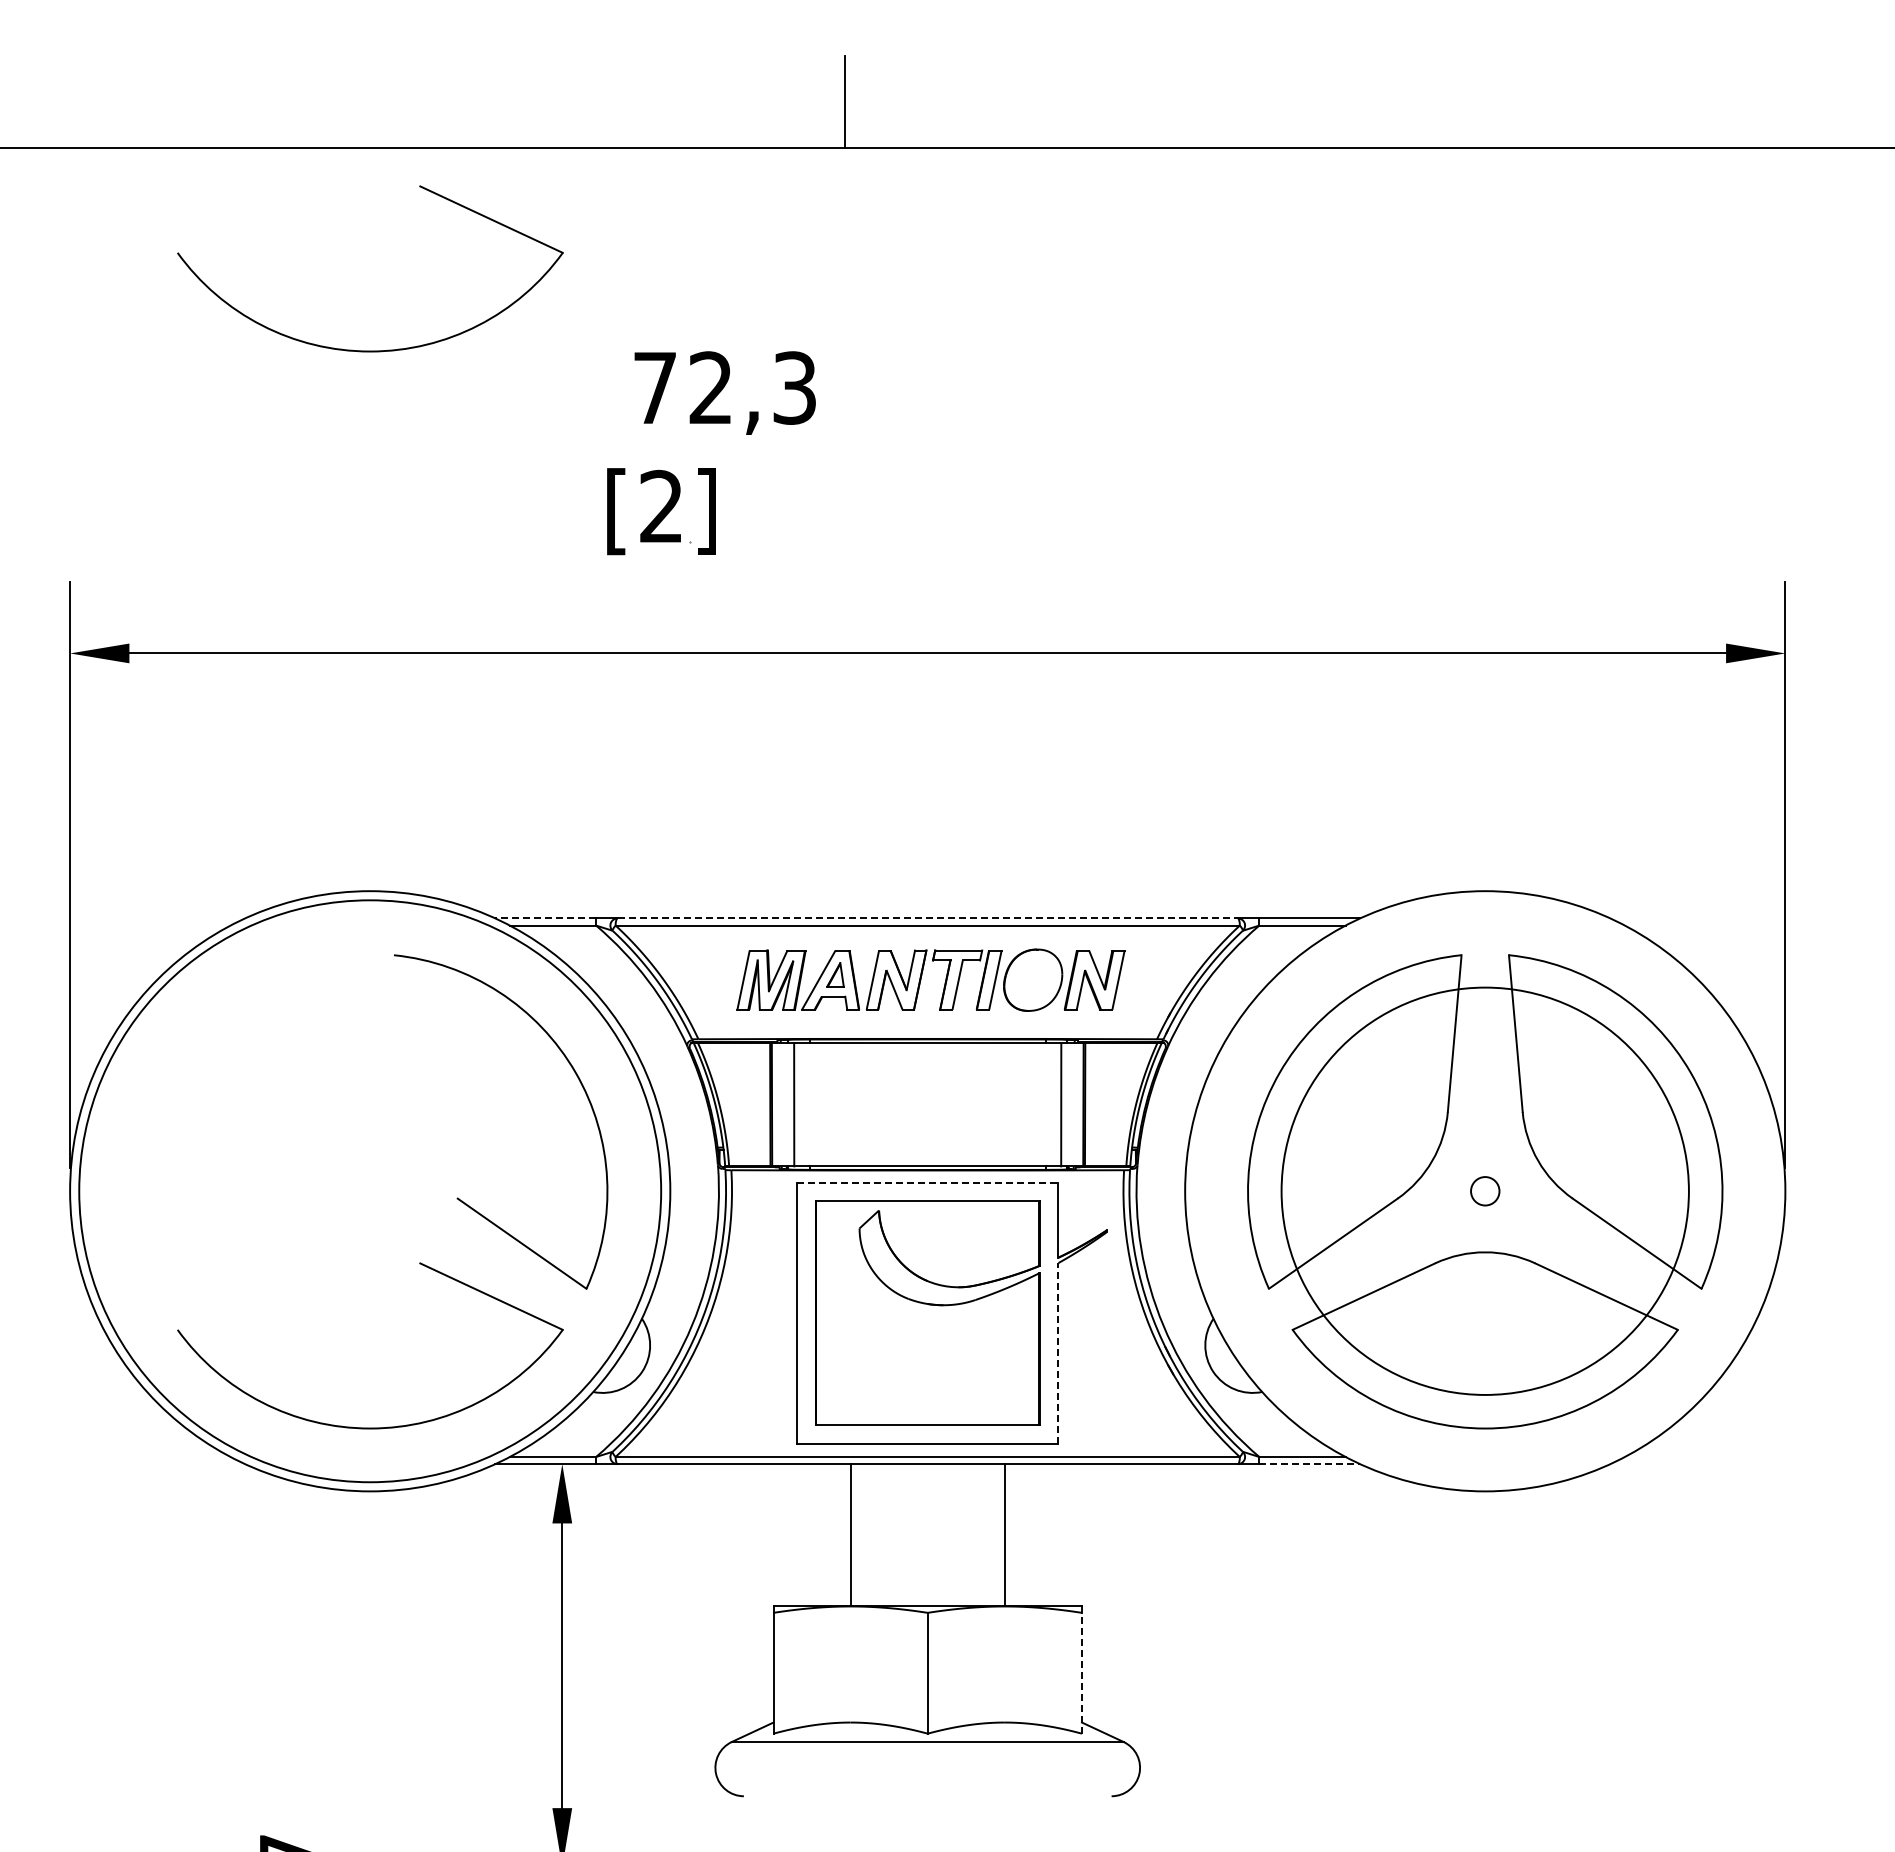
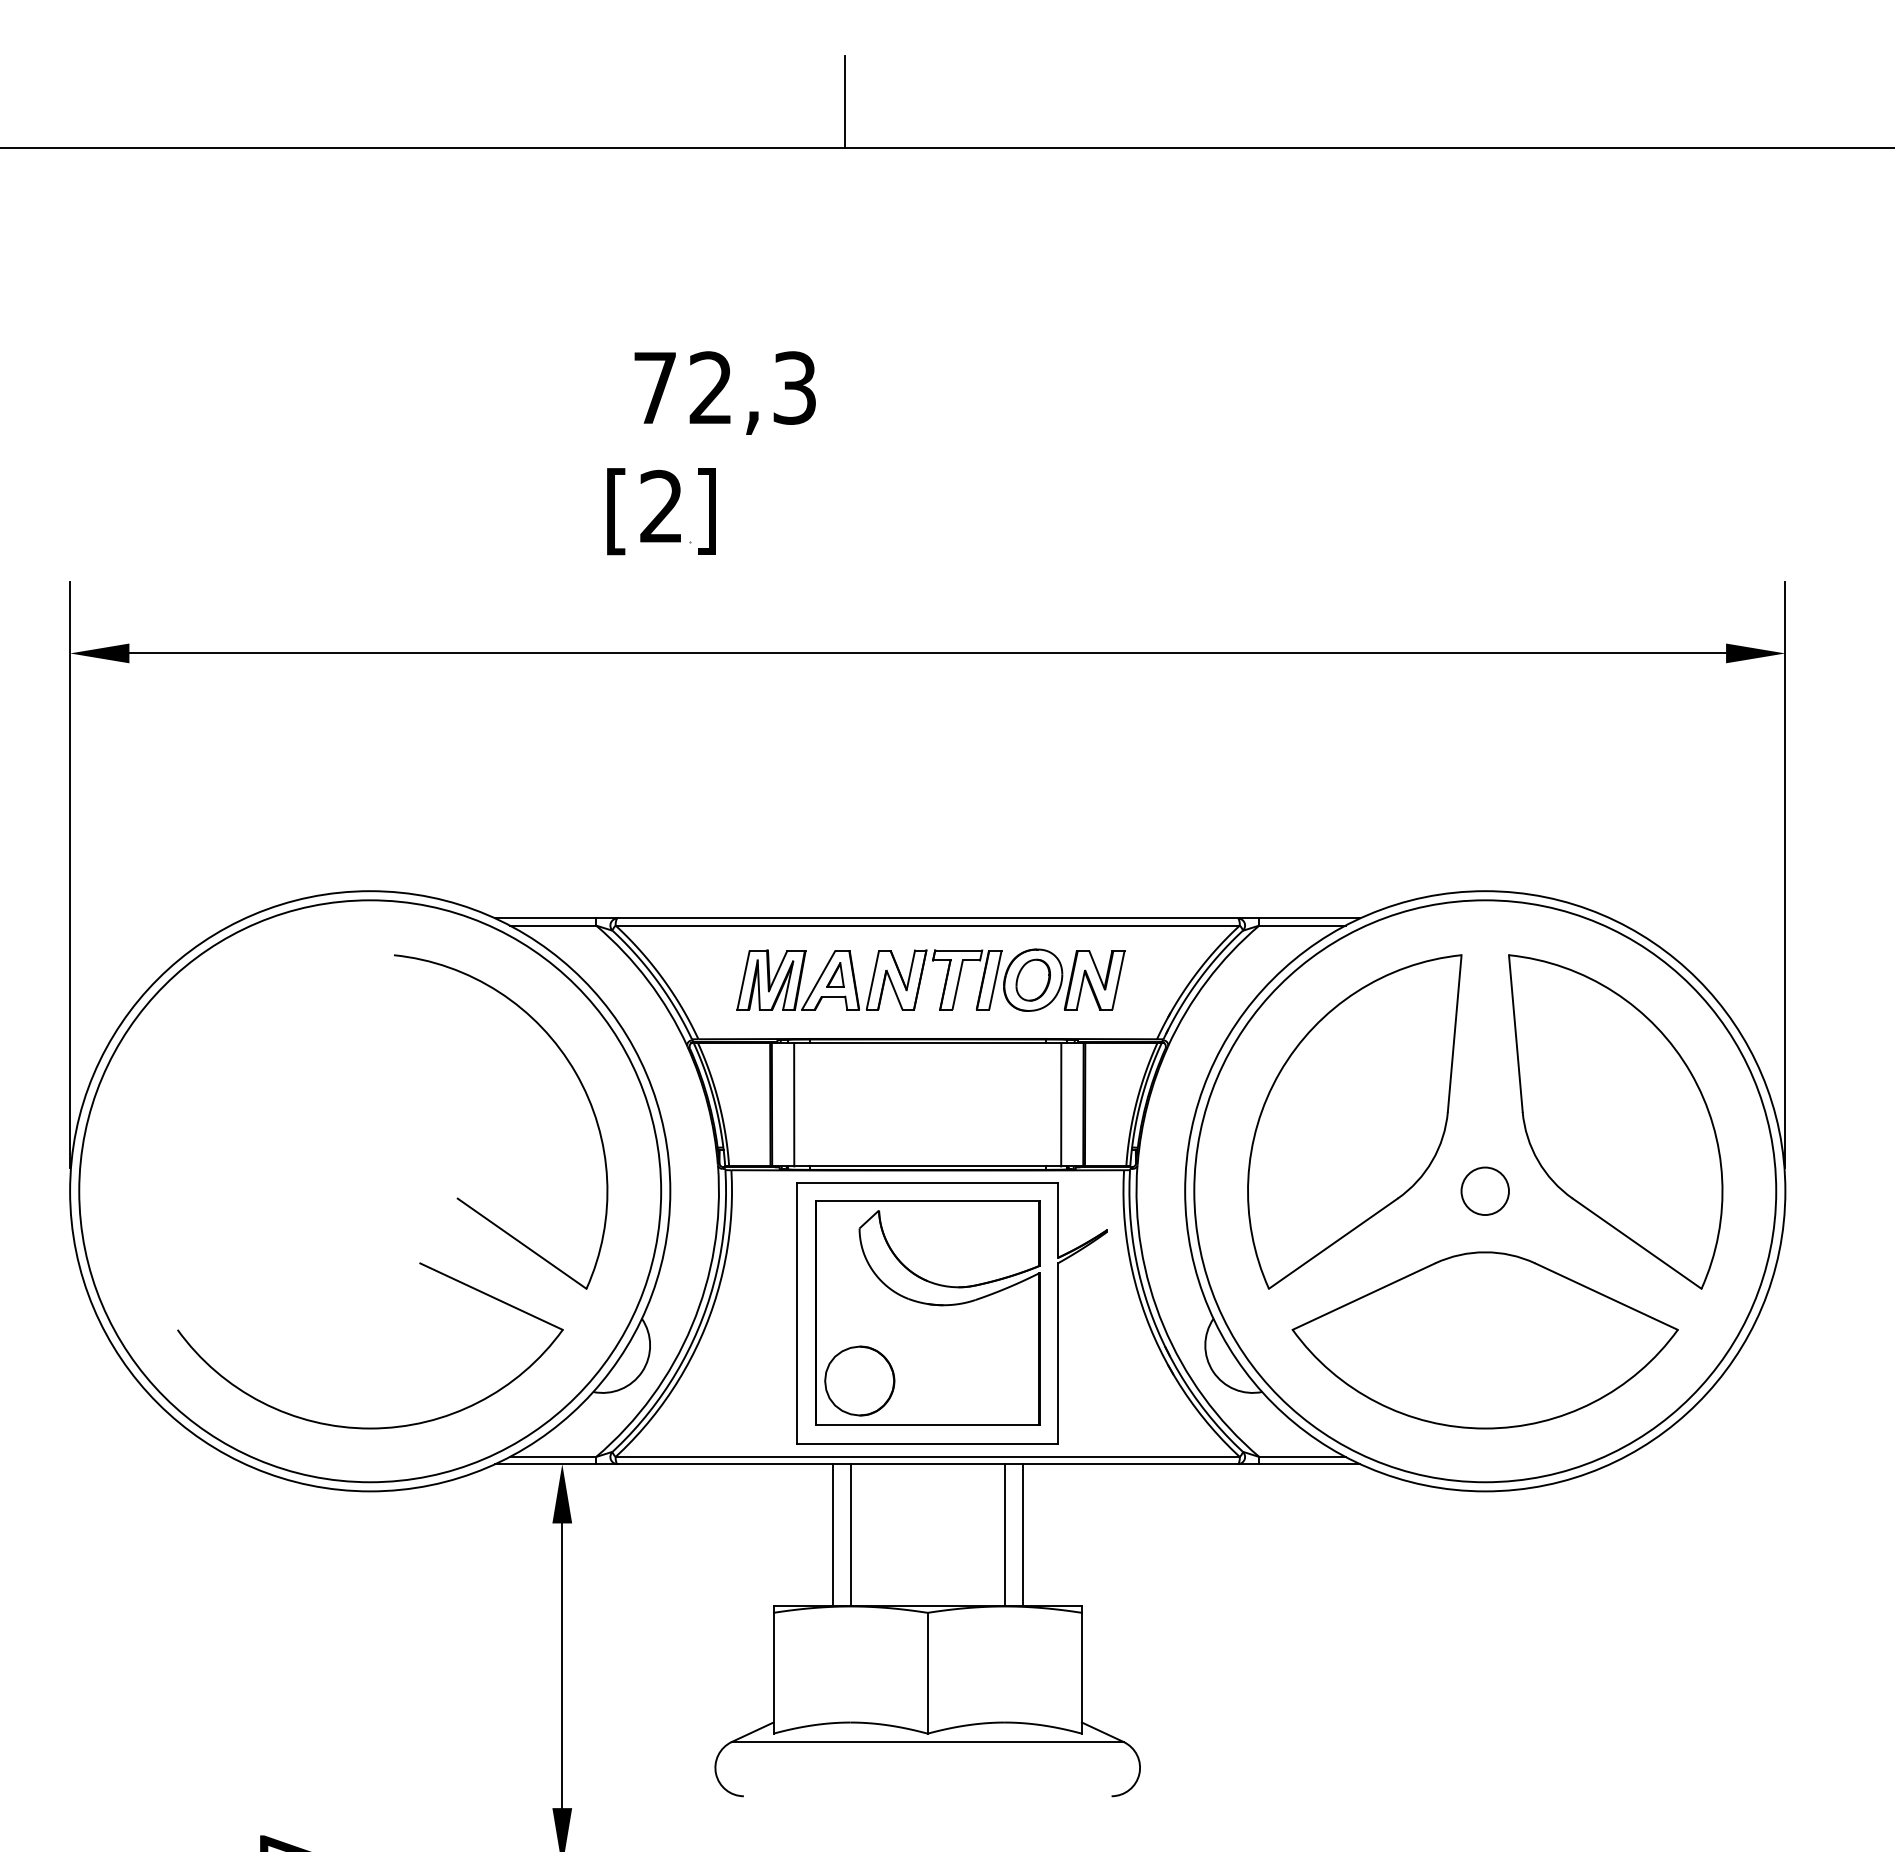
part at (370, 350): present -> none
line at (545, 918): dashed -> solid
line at (928, 918): dashed -> solid
part at (1032, 979): none -> present
line at (927, 1182): dashed -> solid
circle at (1484, 1190) diameter: 407 px -> 582 px
circle at (1485, 1191) diameter: 28 px -> 47 px
line at (1058, 1352): dashed -> solid
part at (859, 1380): none -> present
line at (1310, 1464): dashed -> solid
line at (832, 1535): none -> present
line at (1022, 1535): none -> present
line at (1081, 1672): dashed -> solid
